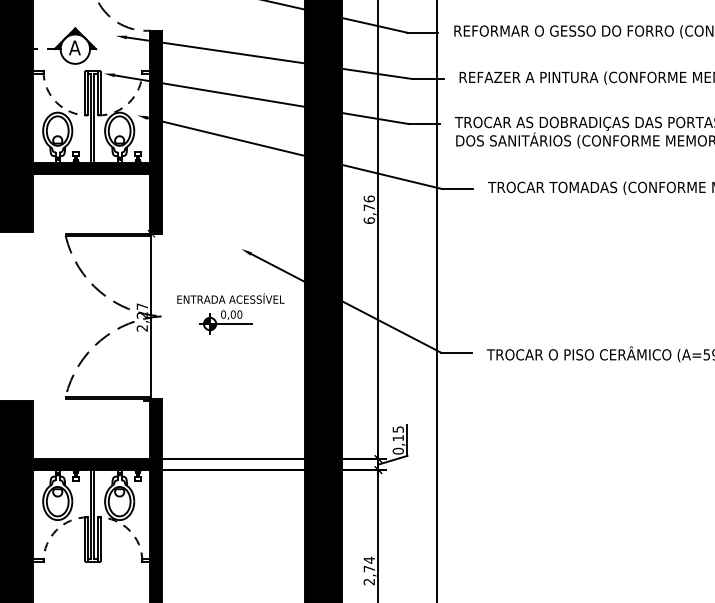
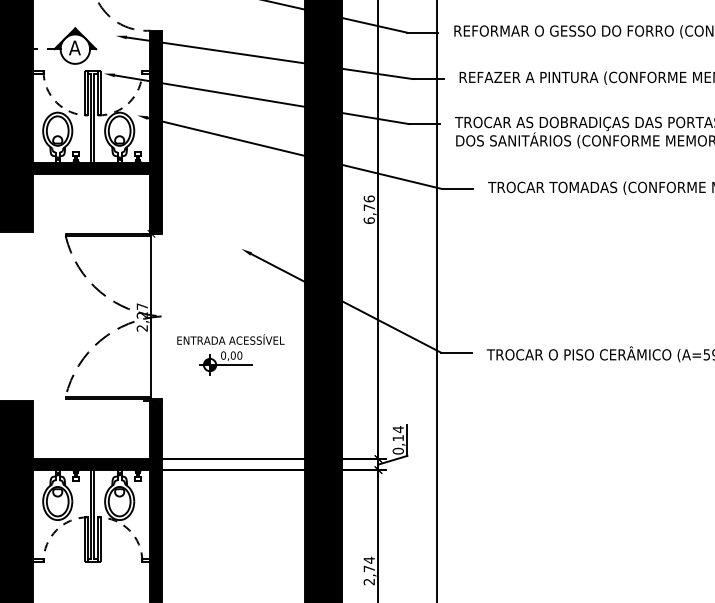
part at (230, 313) position: (230, 313) -> (230, 354)
text at (397, 429): 0,15 -> 0,14
